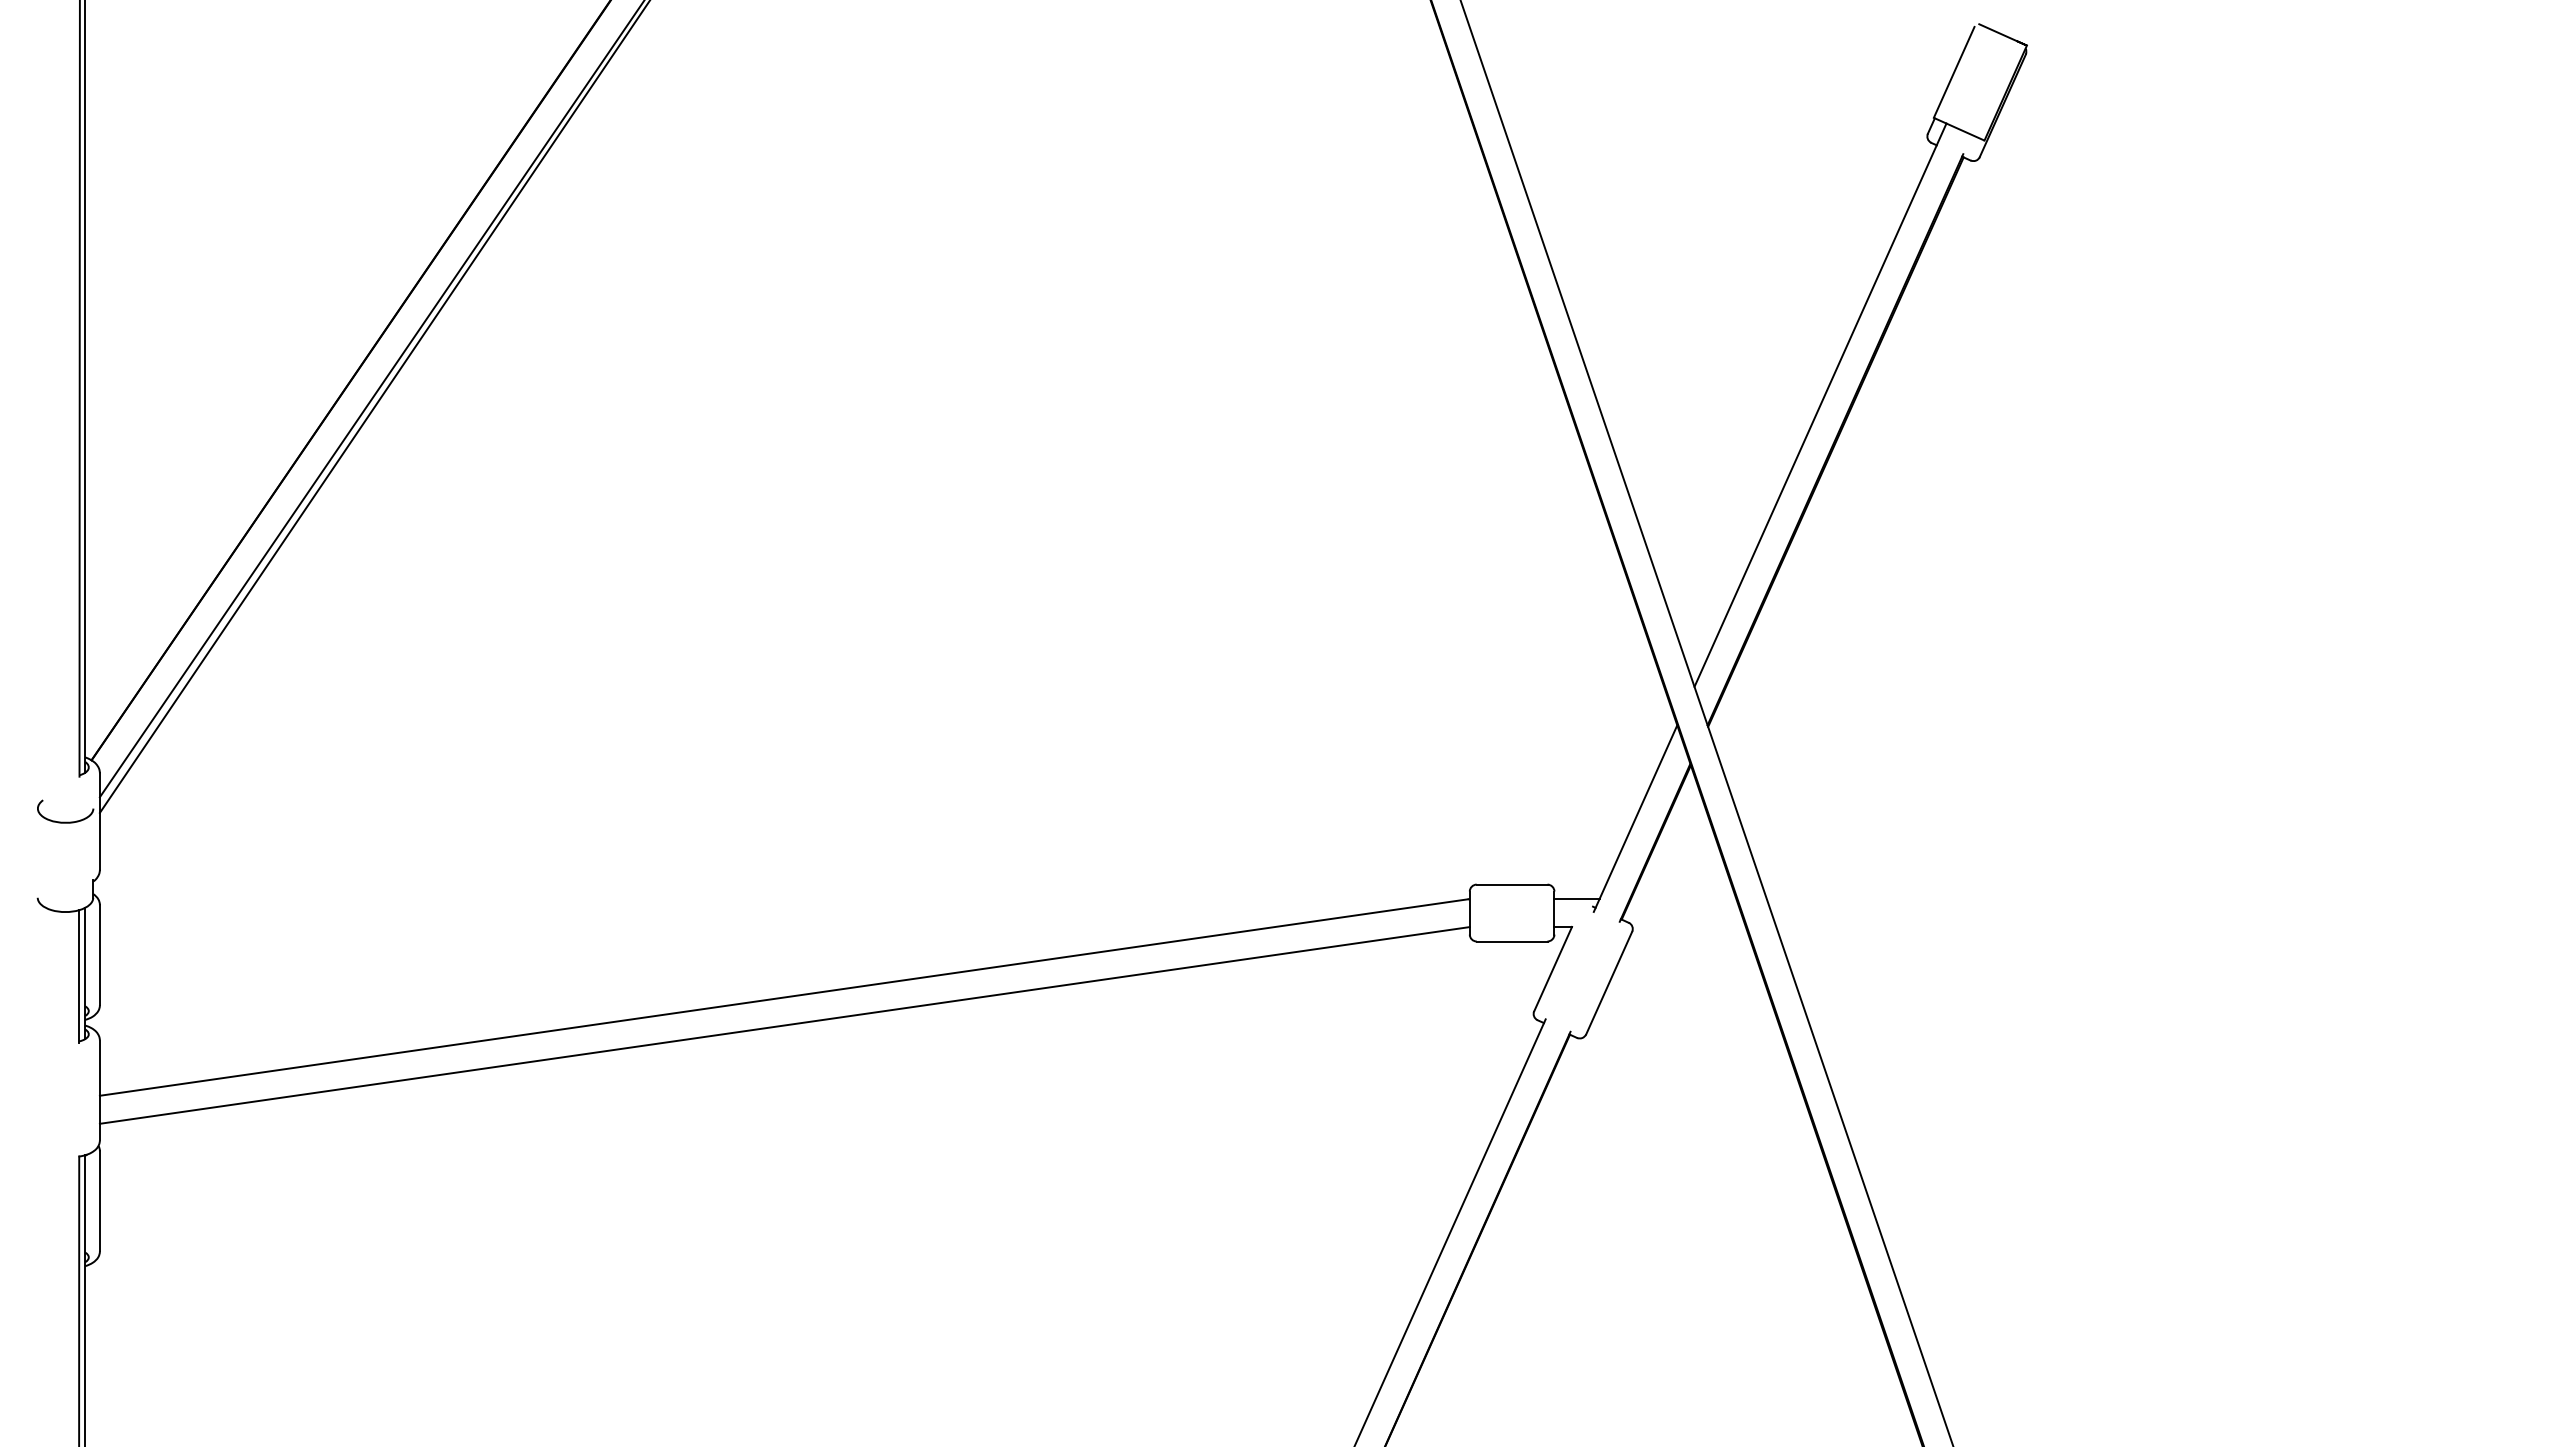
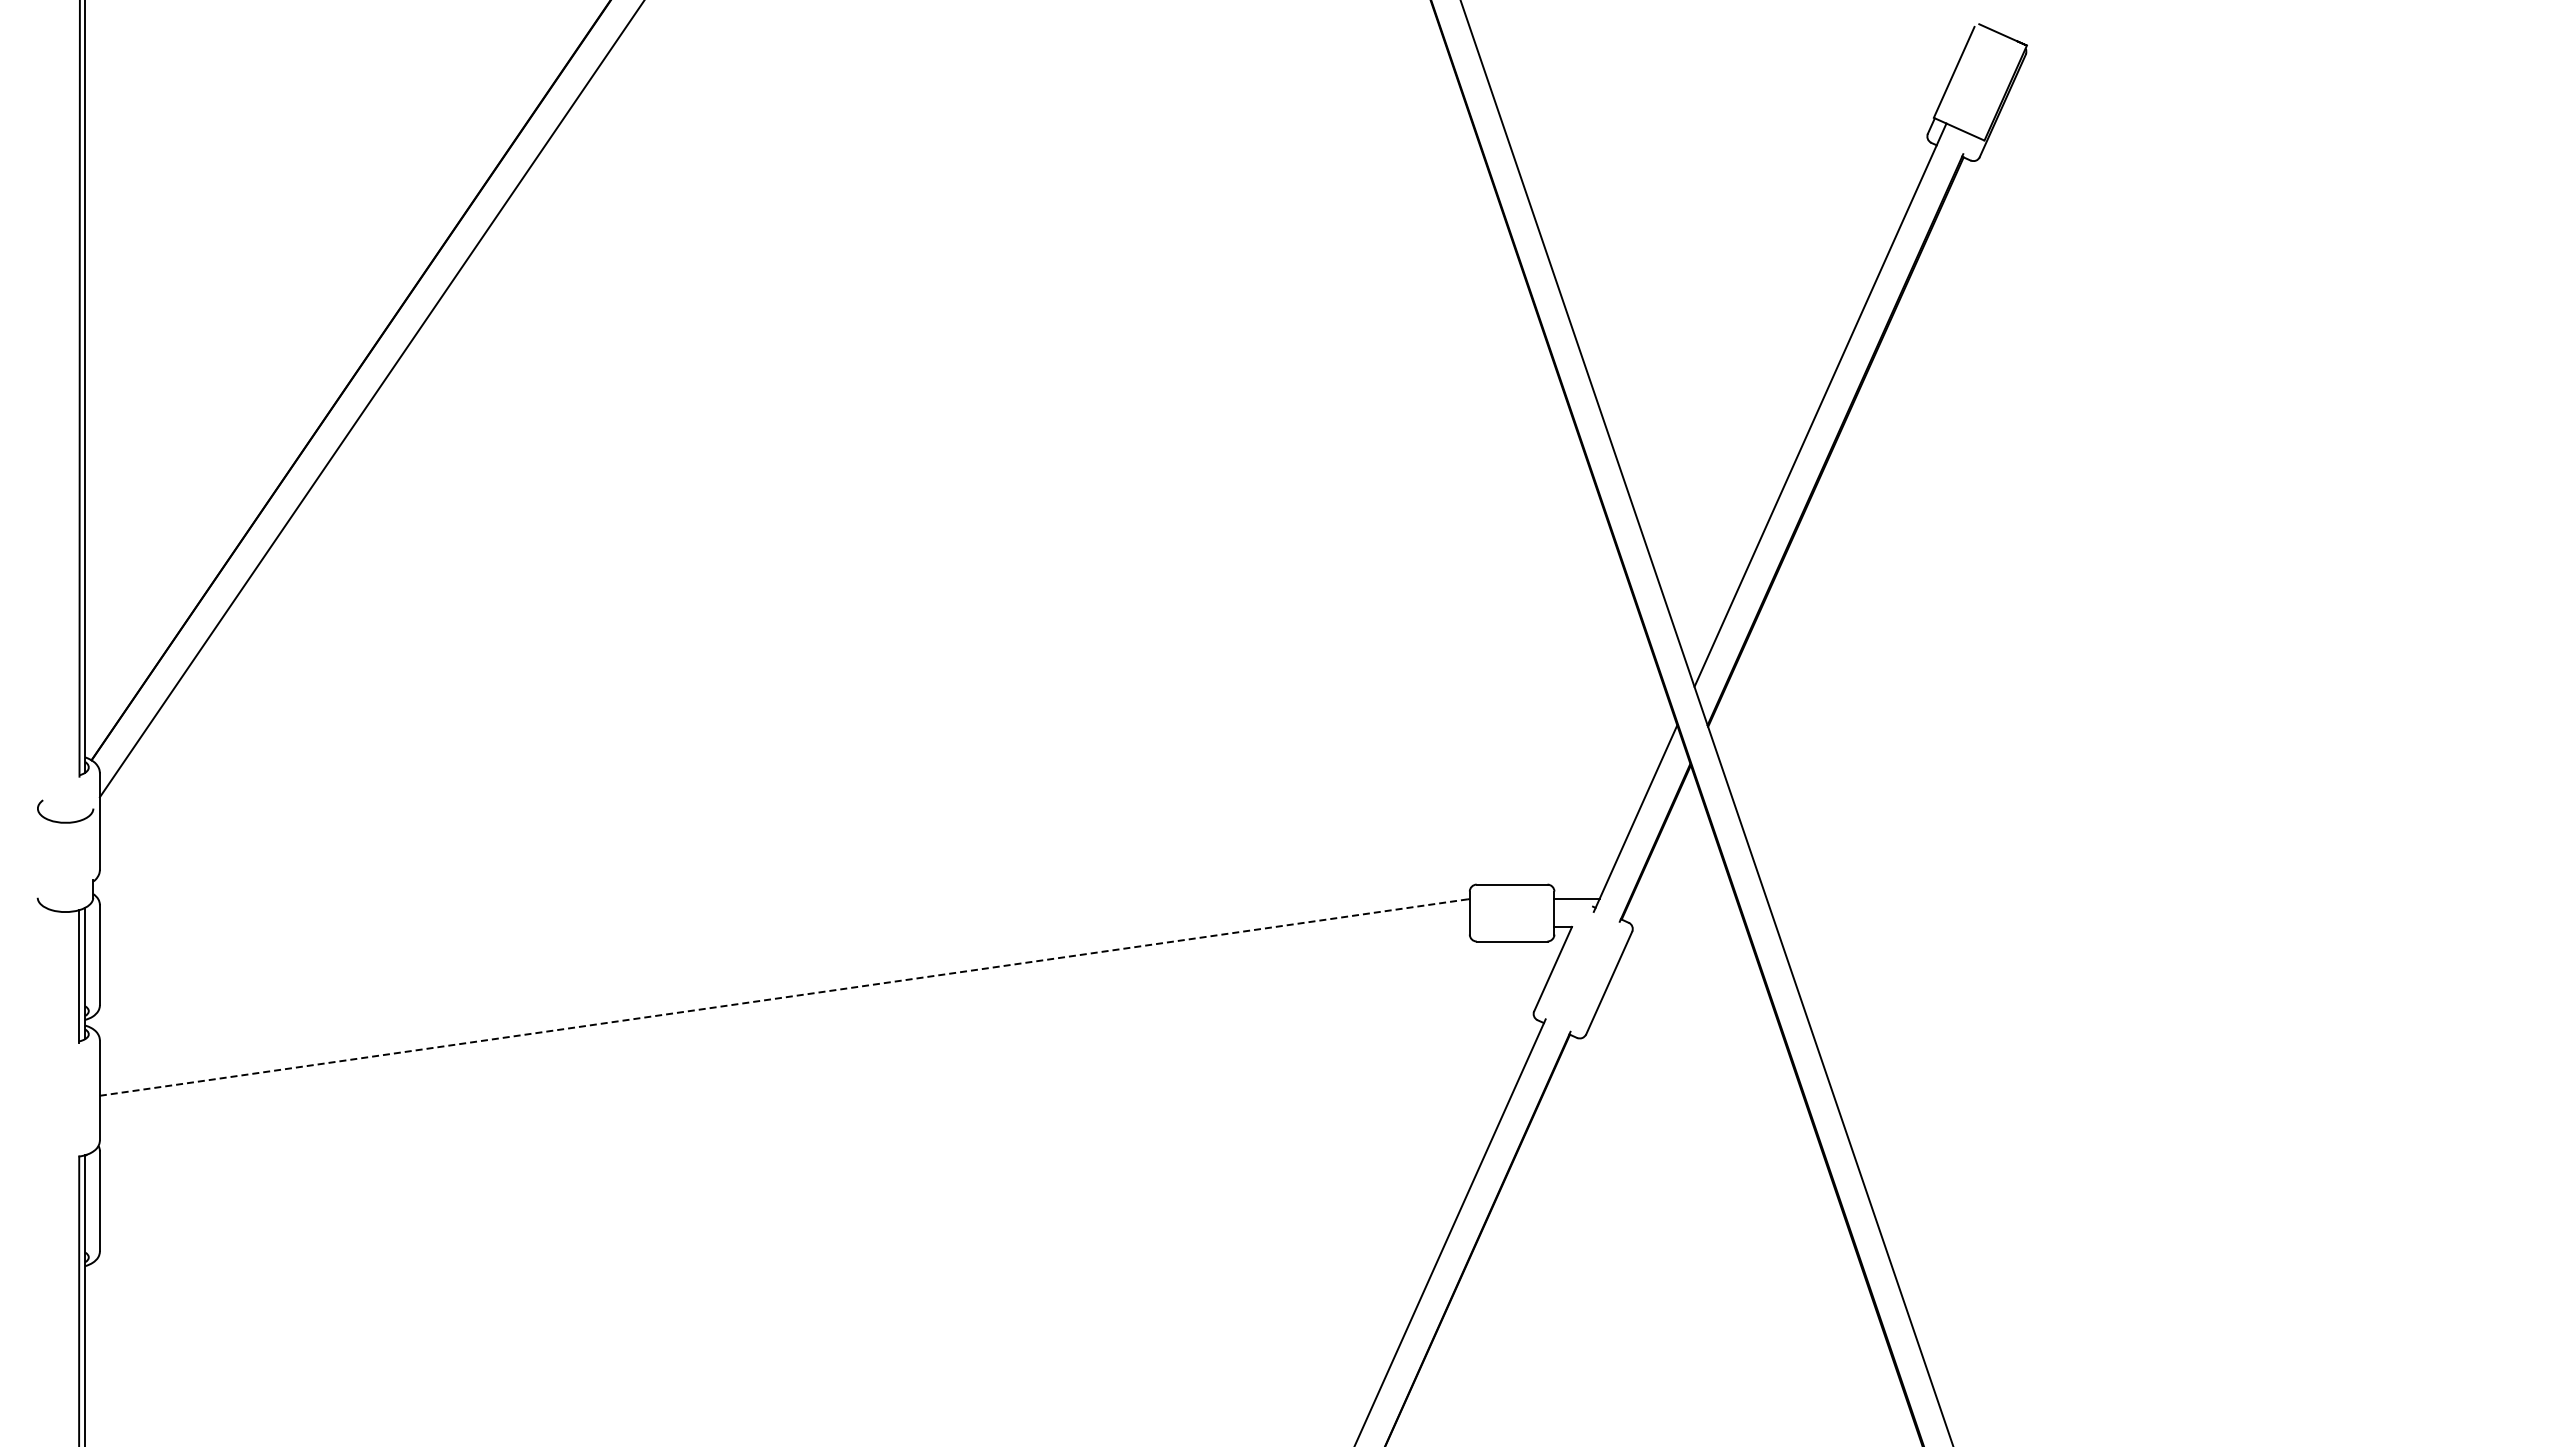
line at (373, 407): present -> none
line at (783, 997): solid -> dashed
line at (784, 1025): present -> none
